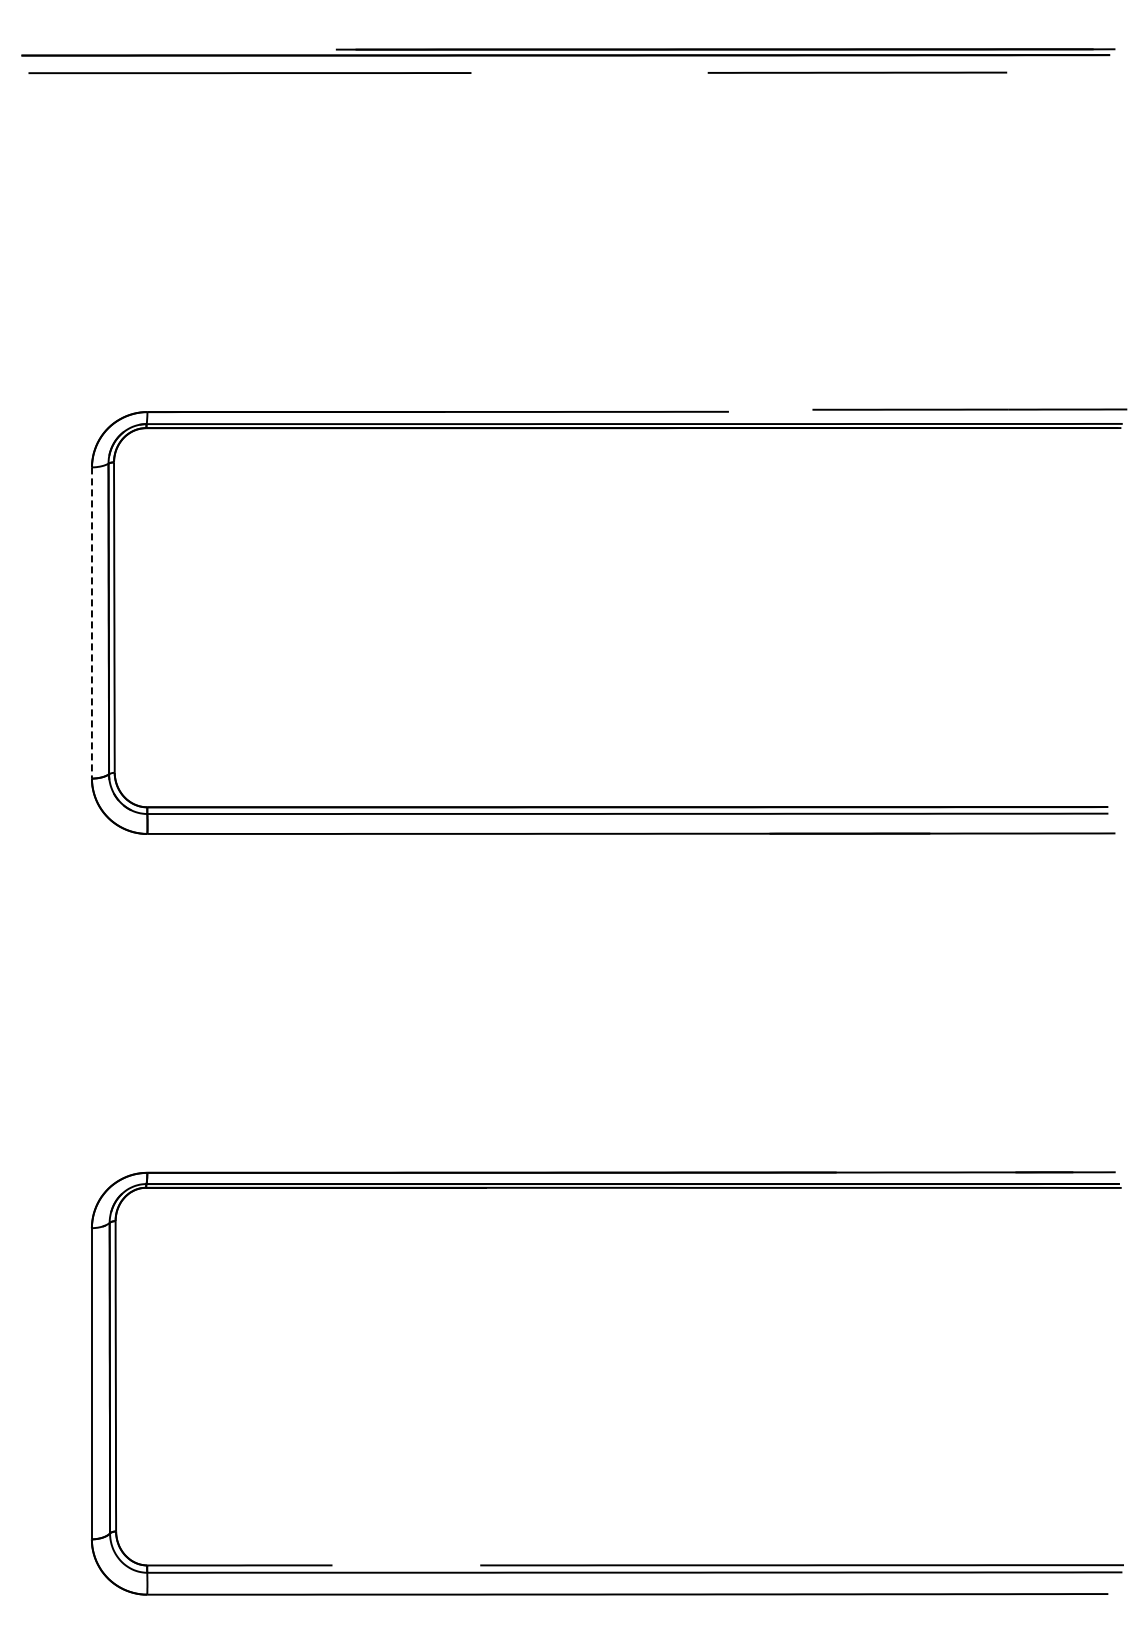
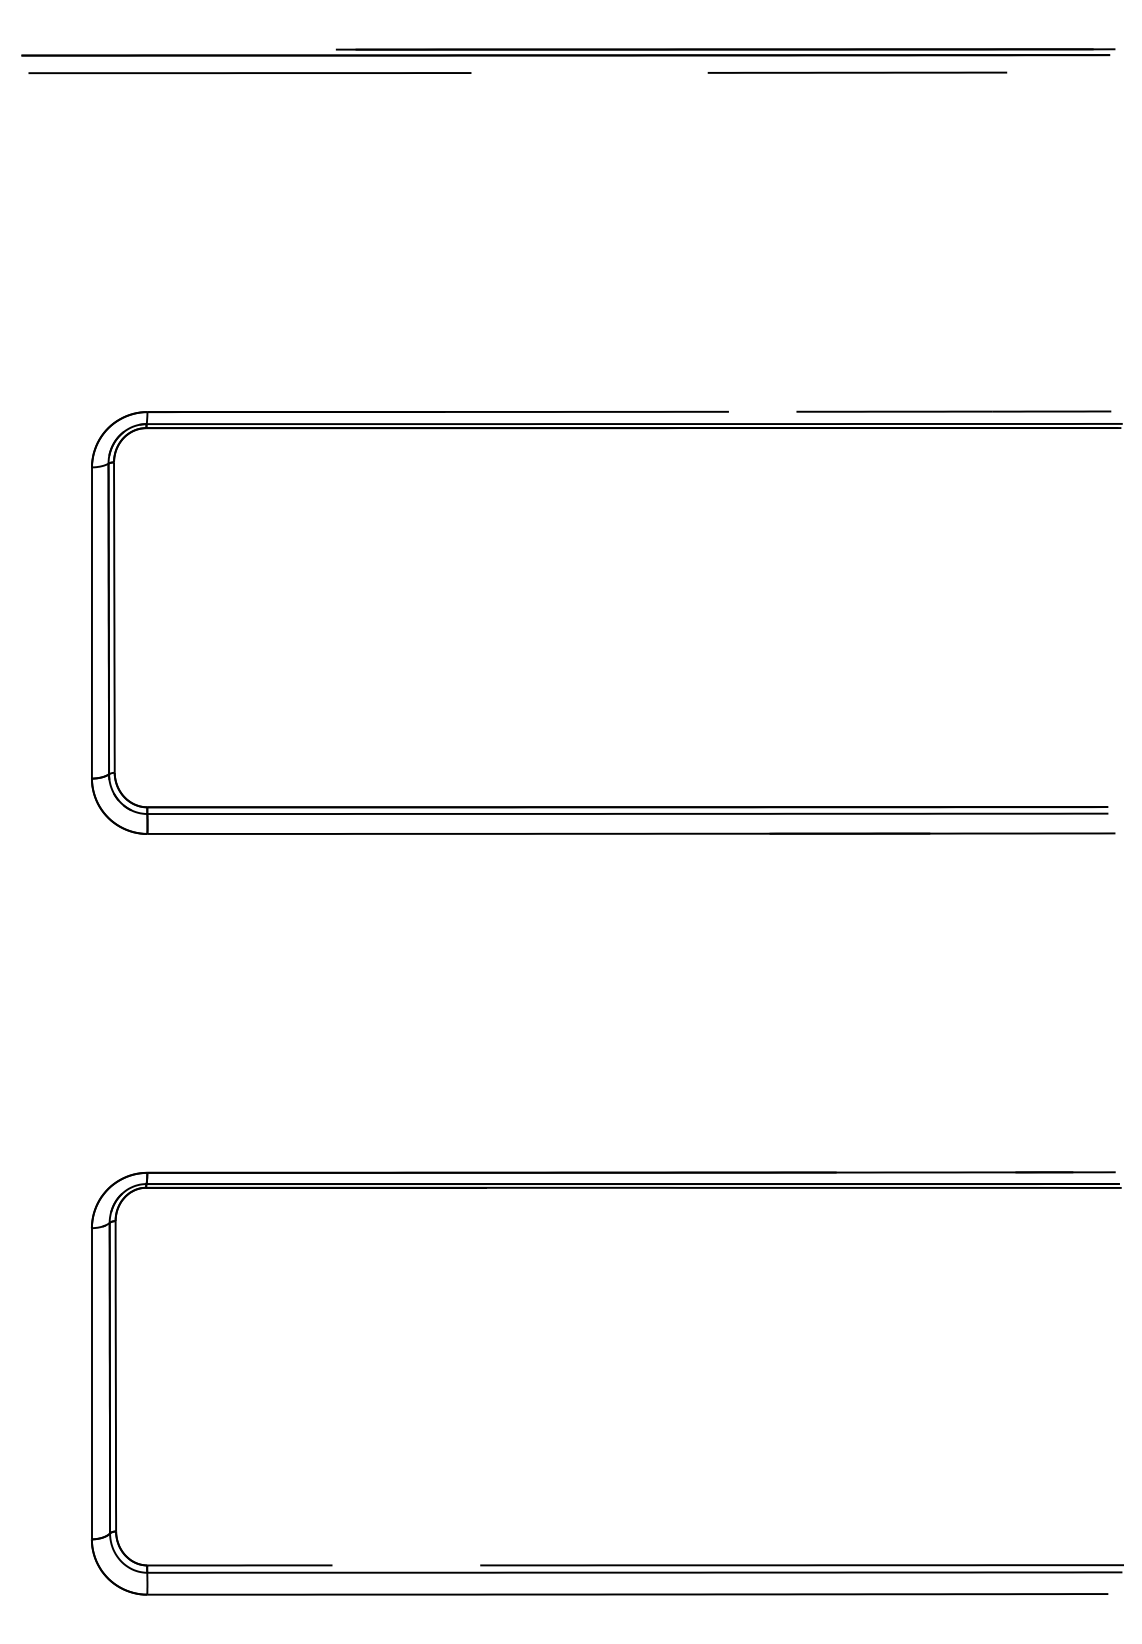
line at (969, 409) position: (969, 409) -> (953, 411)
line at (91, 623): dashed -> solid
